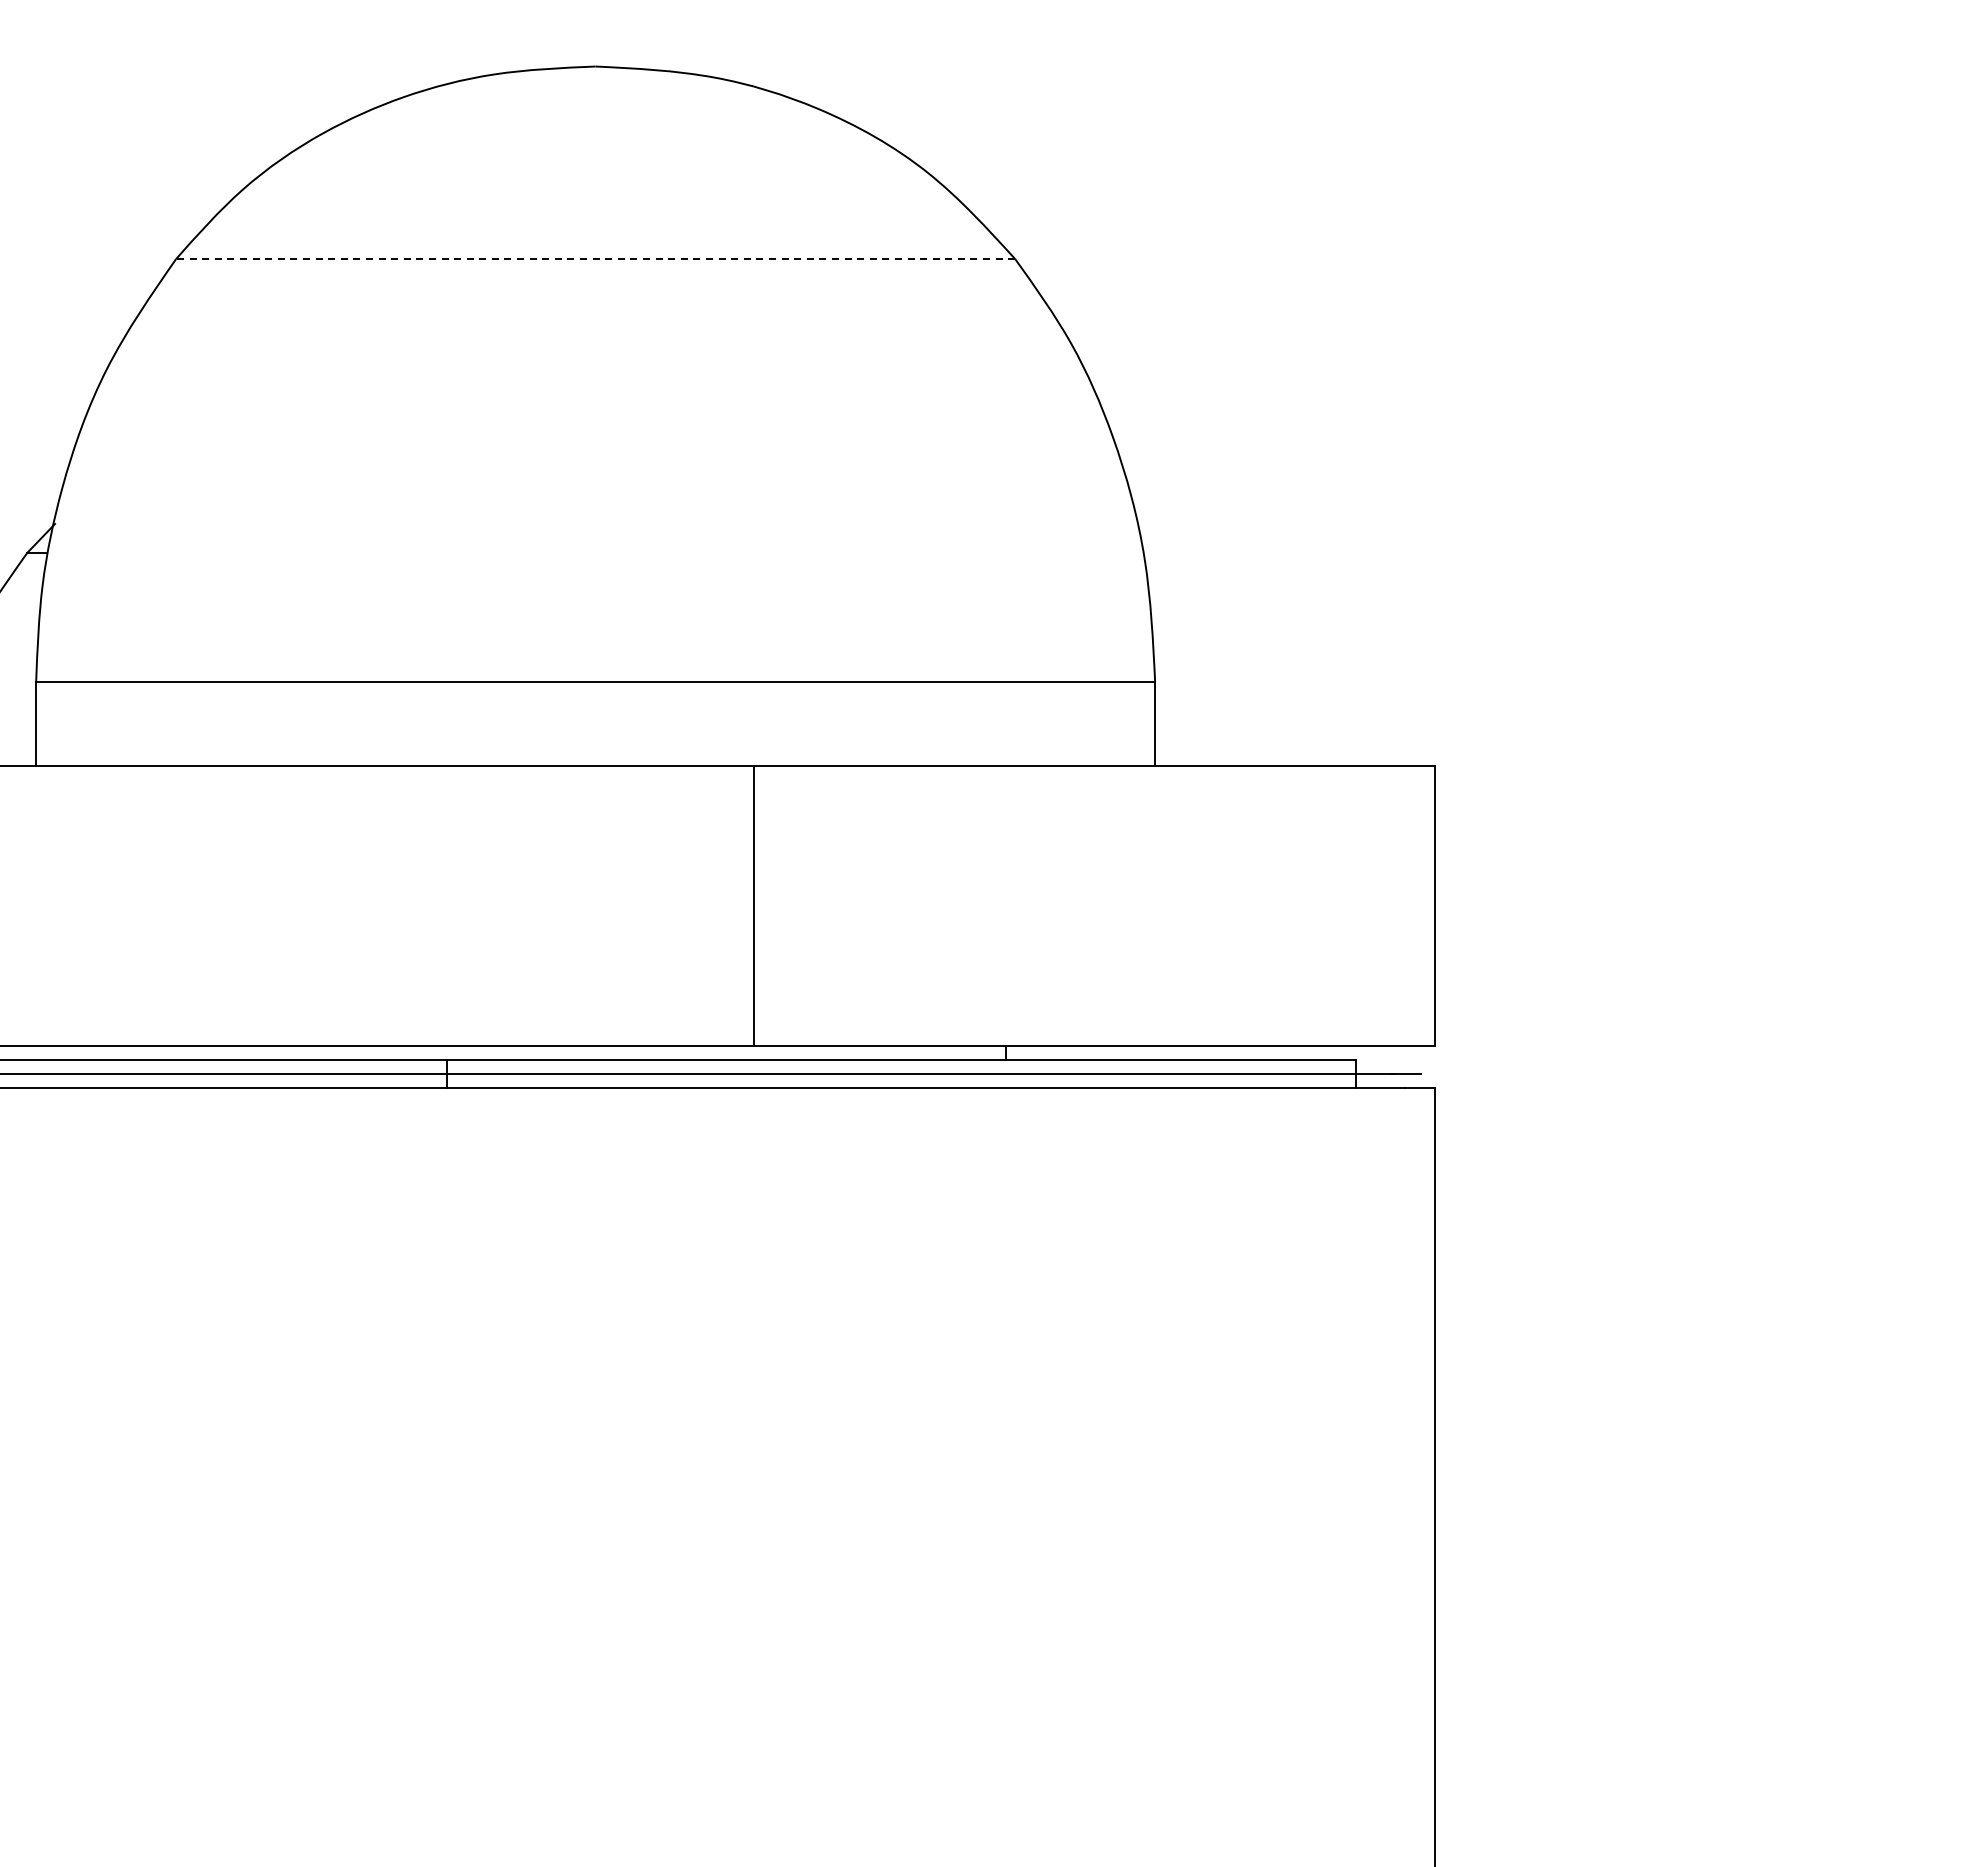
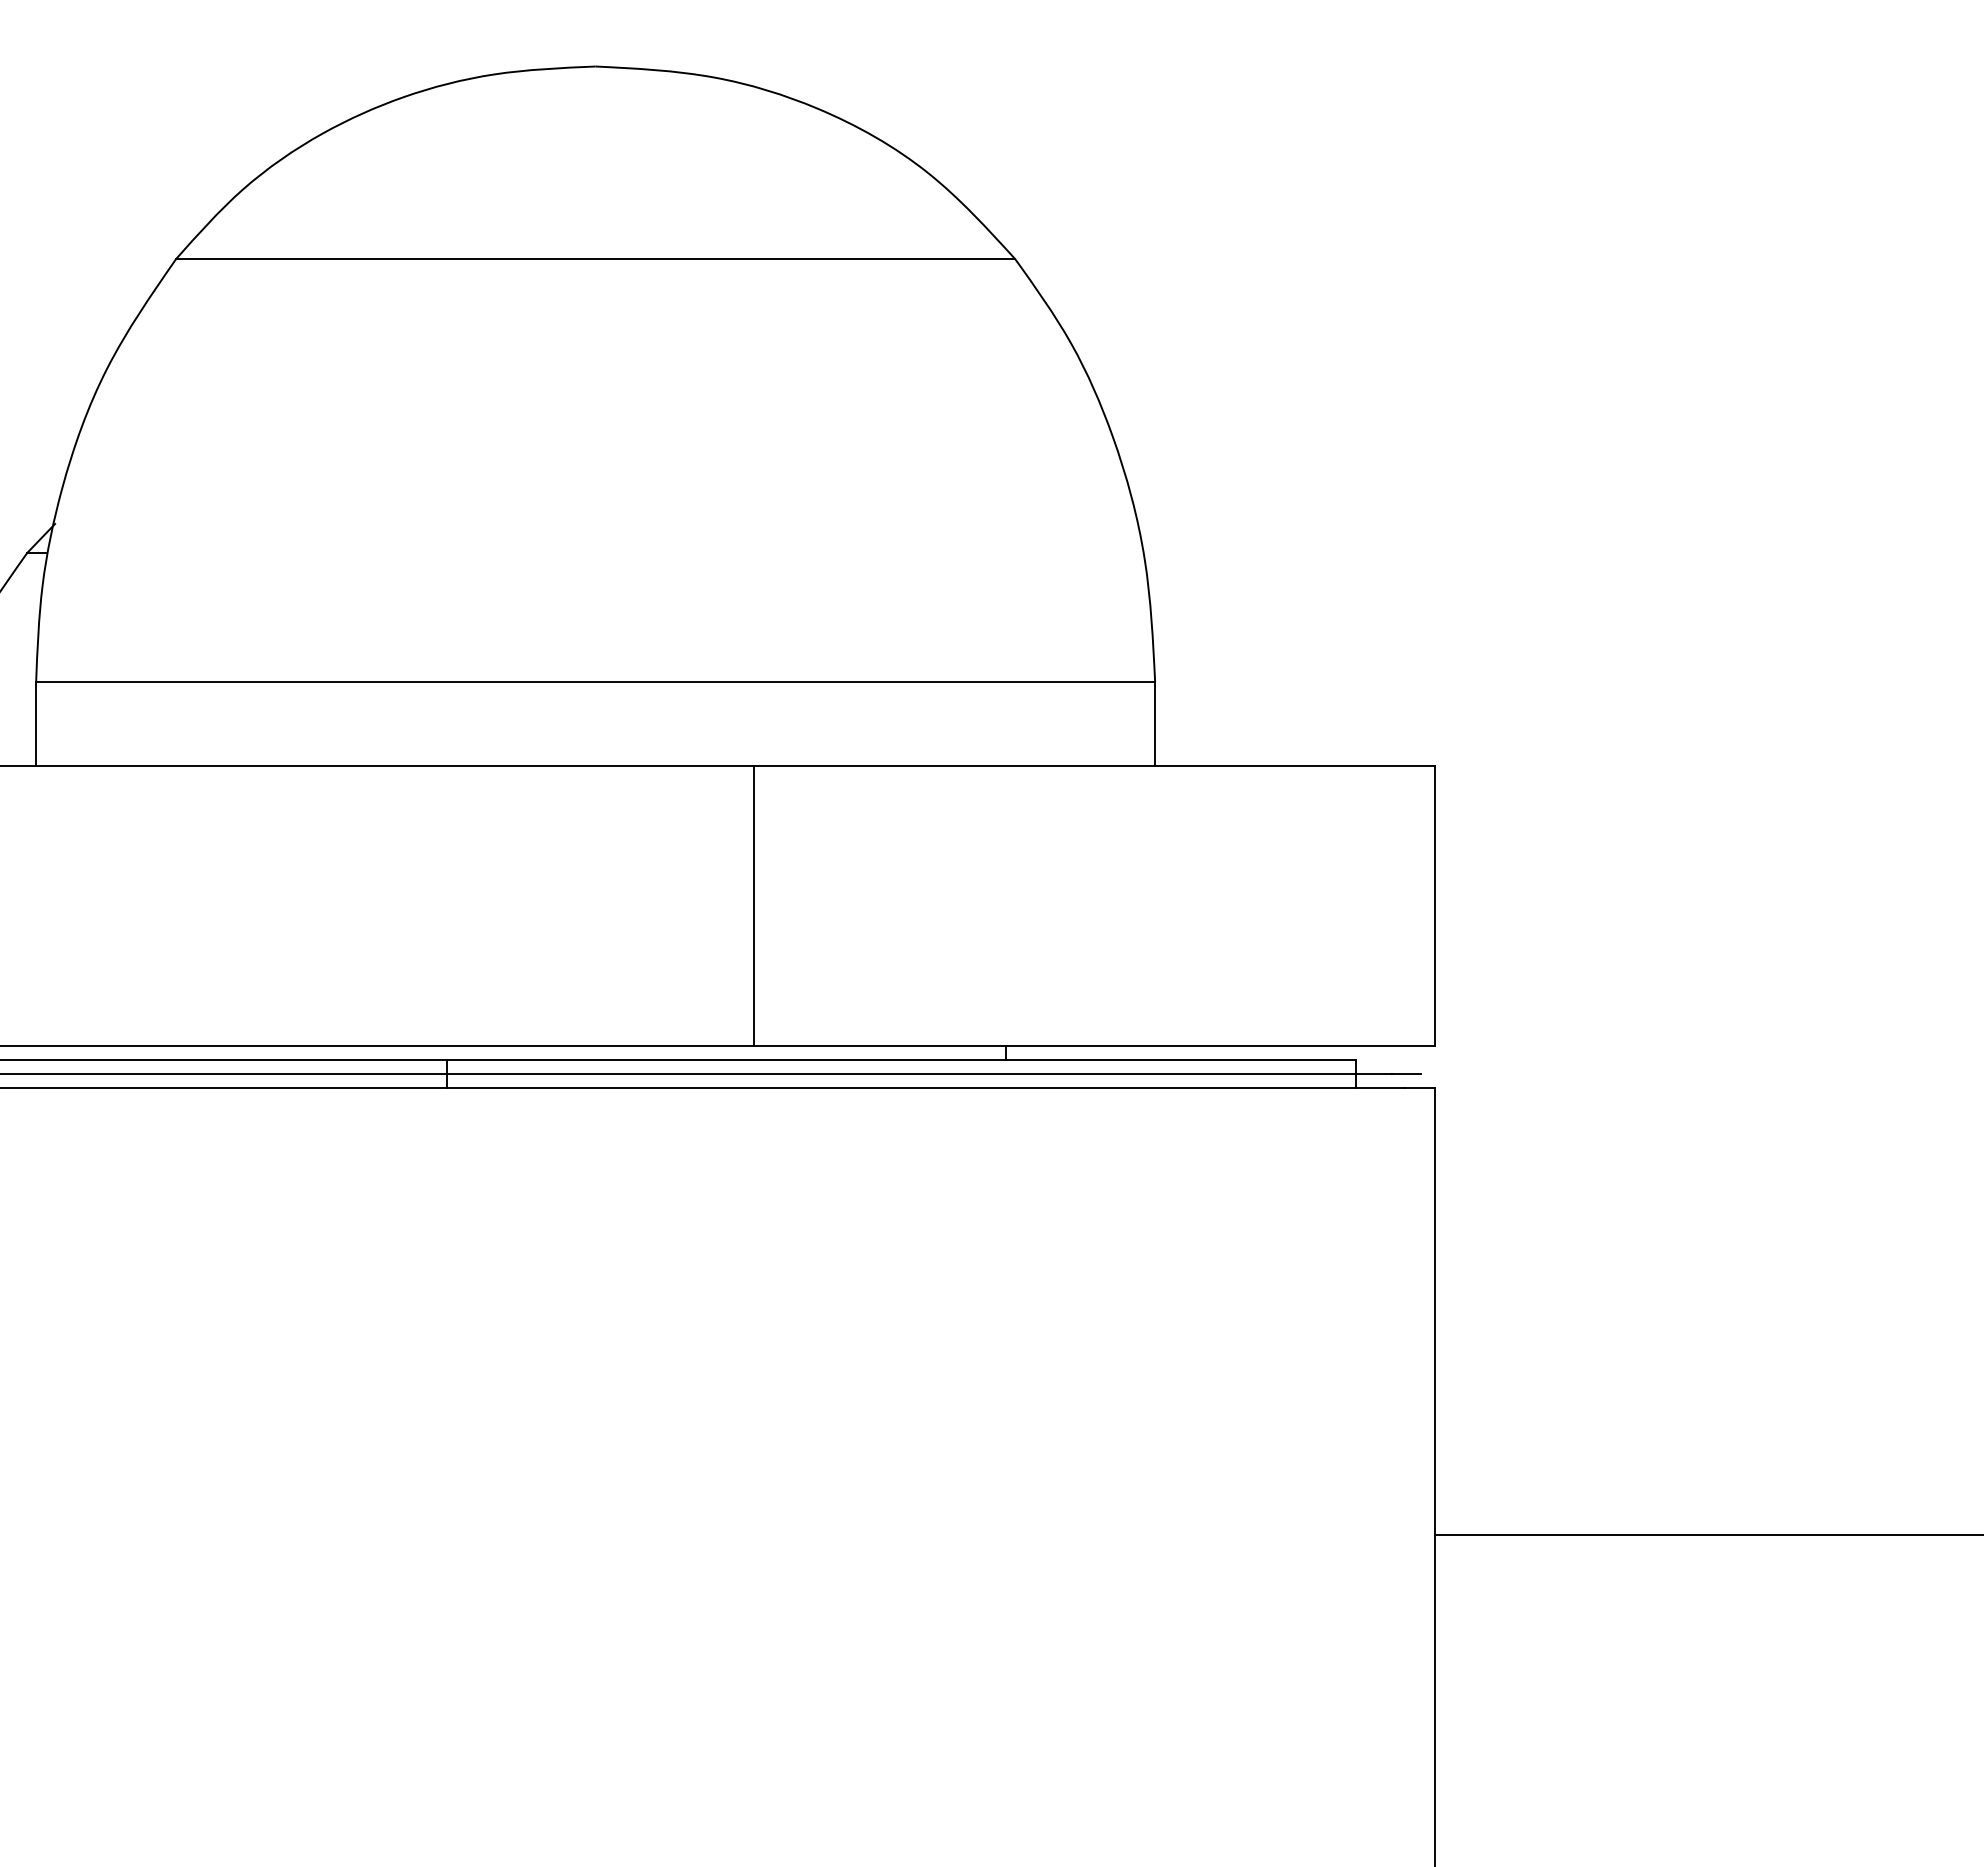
line at (595, 259): dashed -> solid
line at (1707, 1535): none -> present
